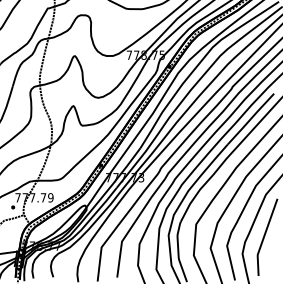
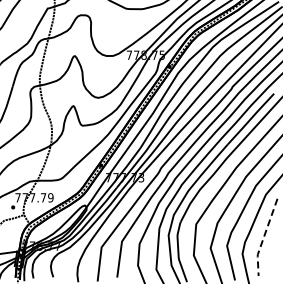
line at (263, 237): solid -> dashed
